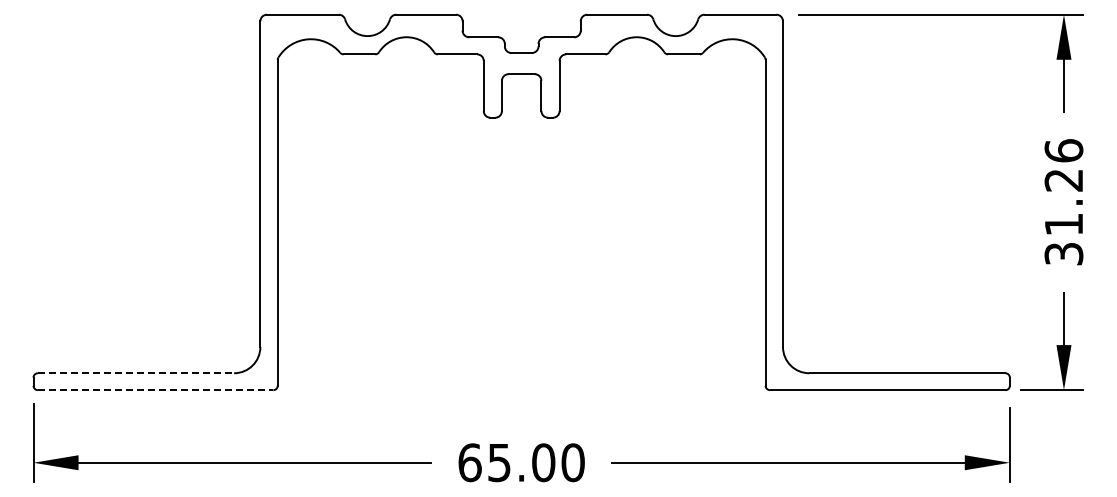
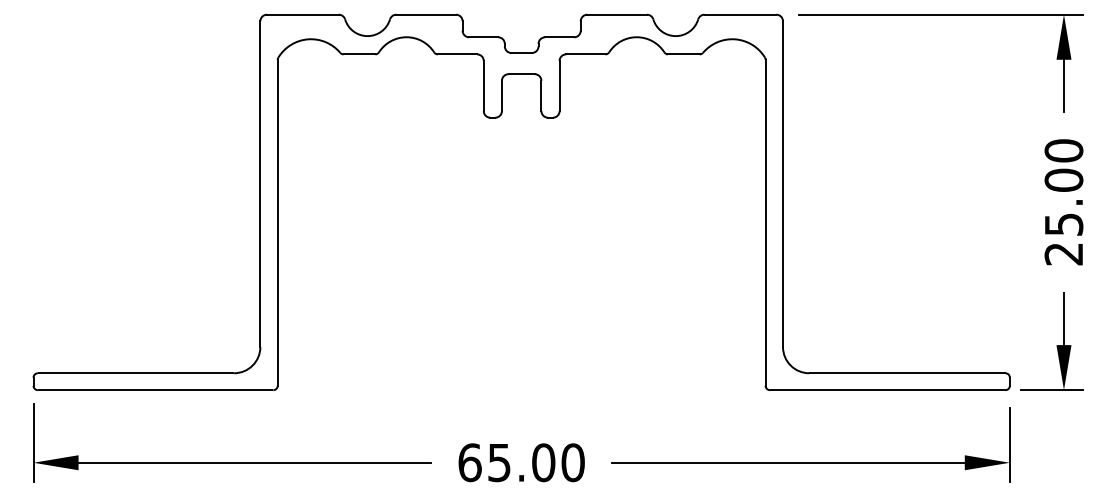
text at (1063, 202): 31.26 -> 25.00
line at (136, 373): dashed -> solid
line at (155, 390): dashed -> solid
